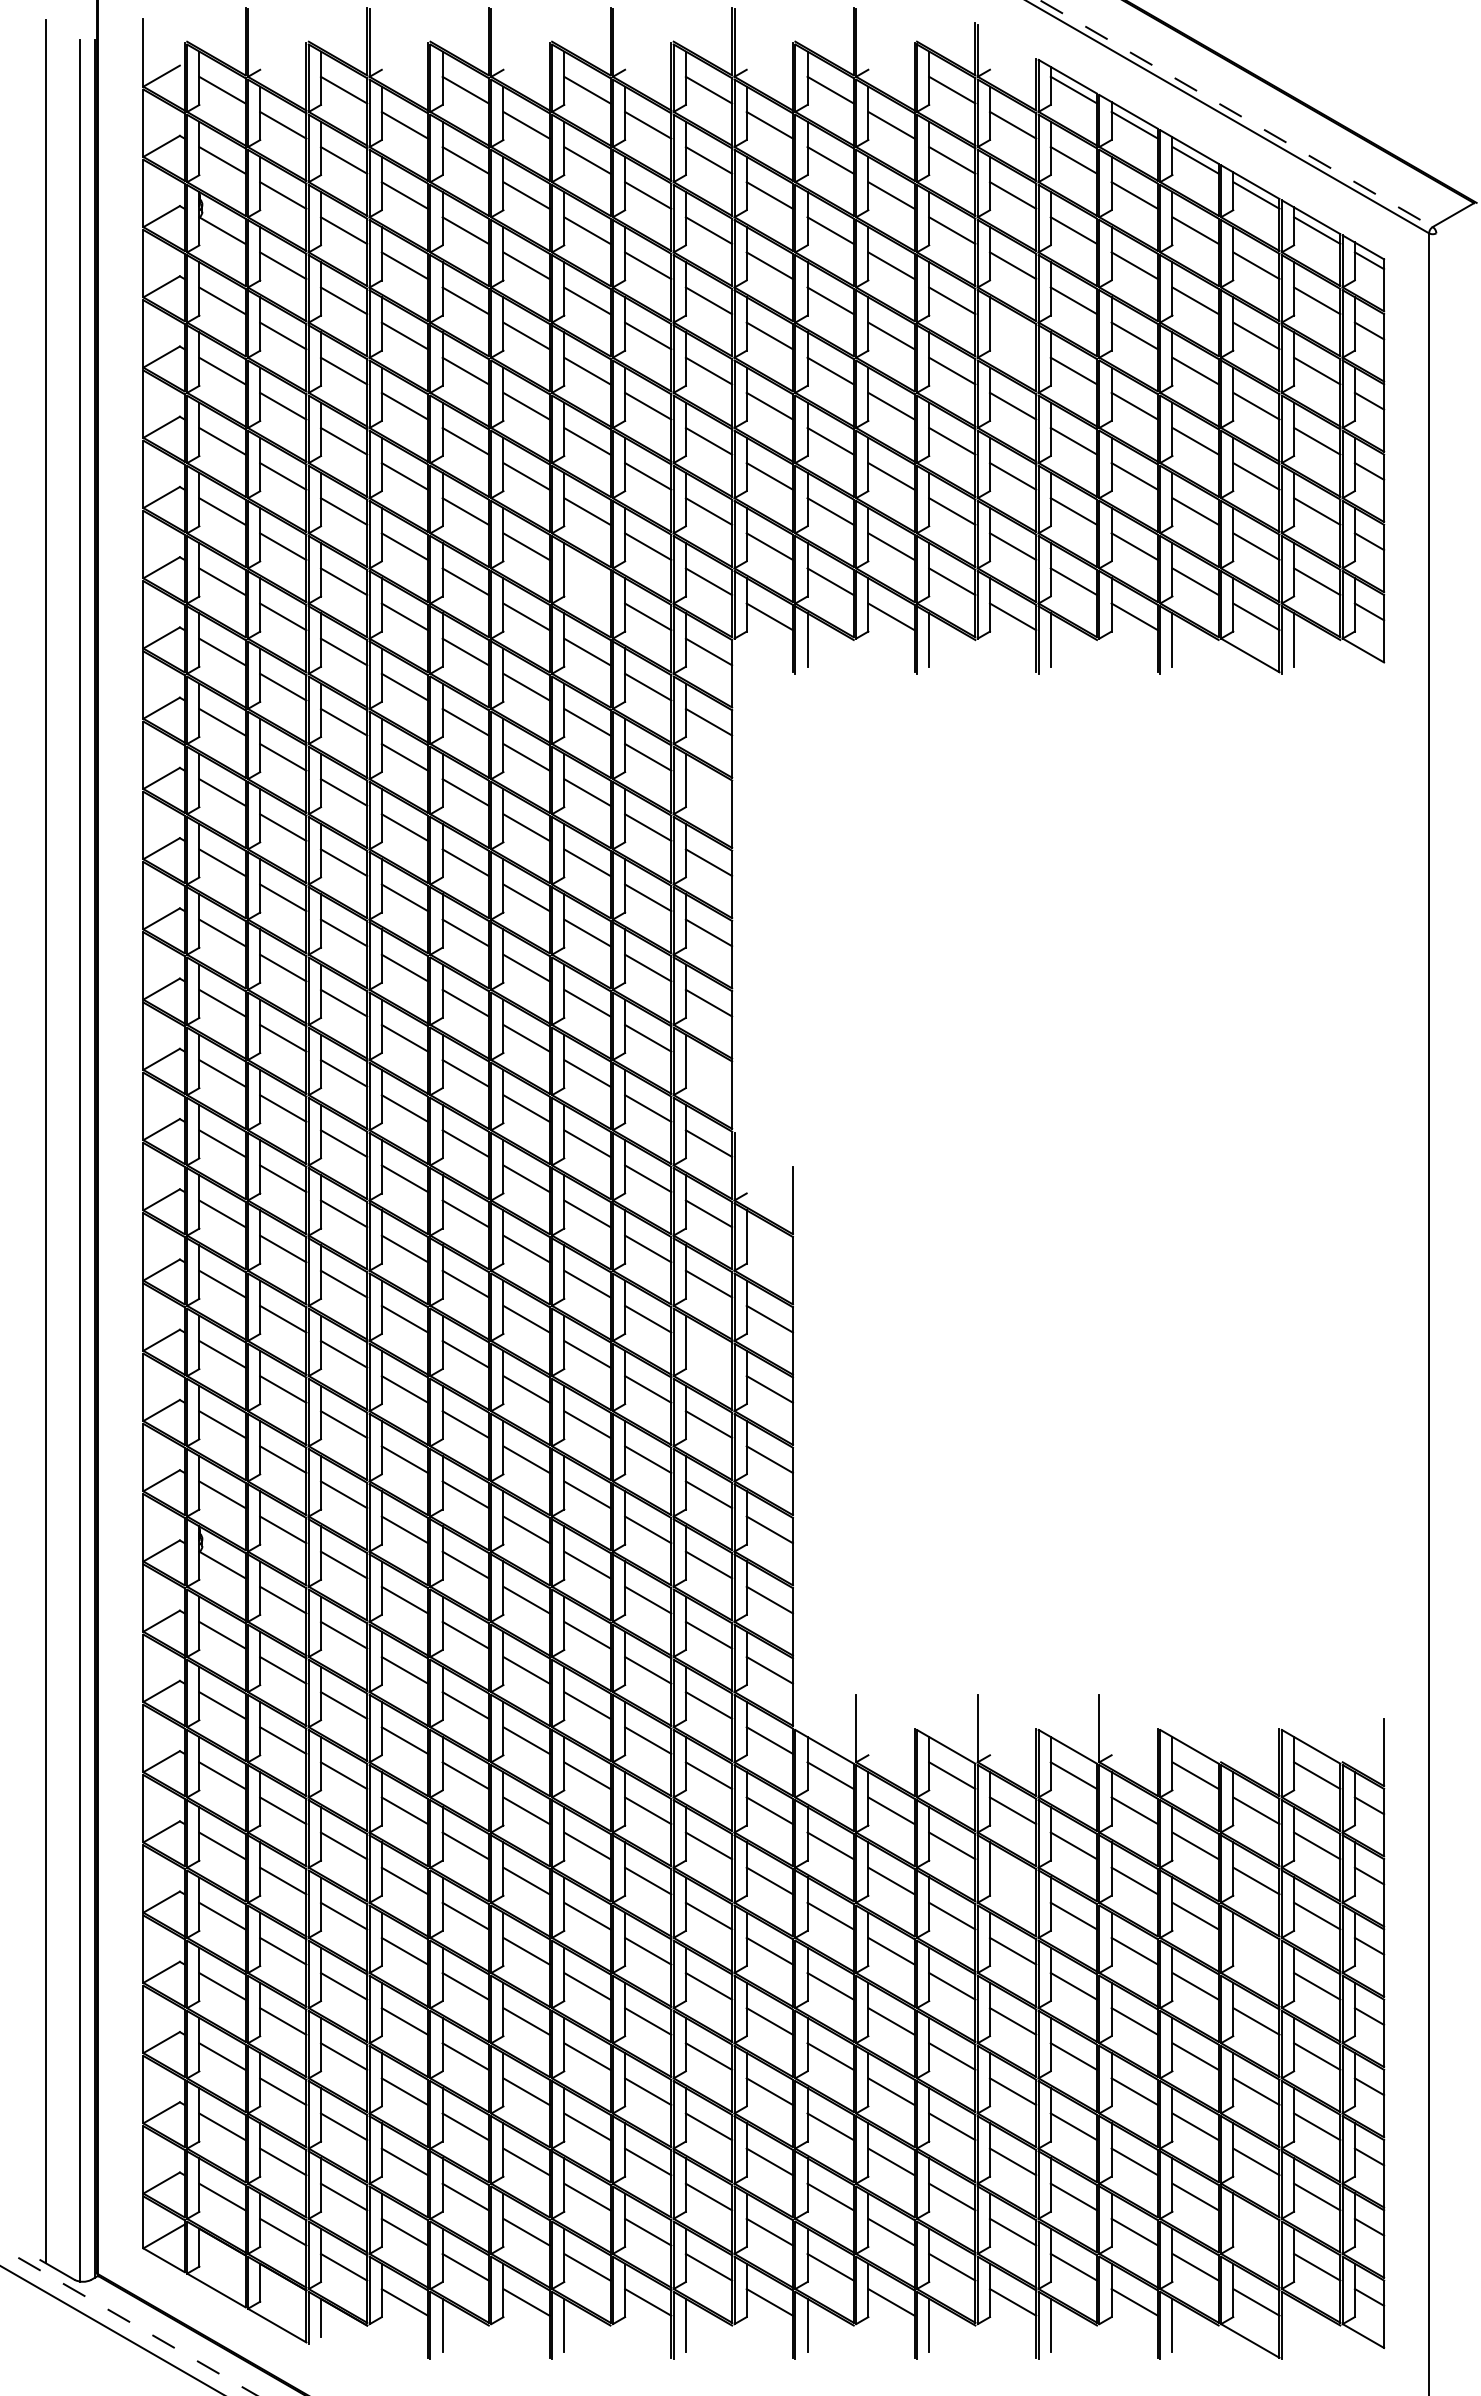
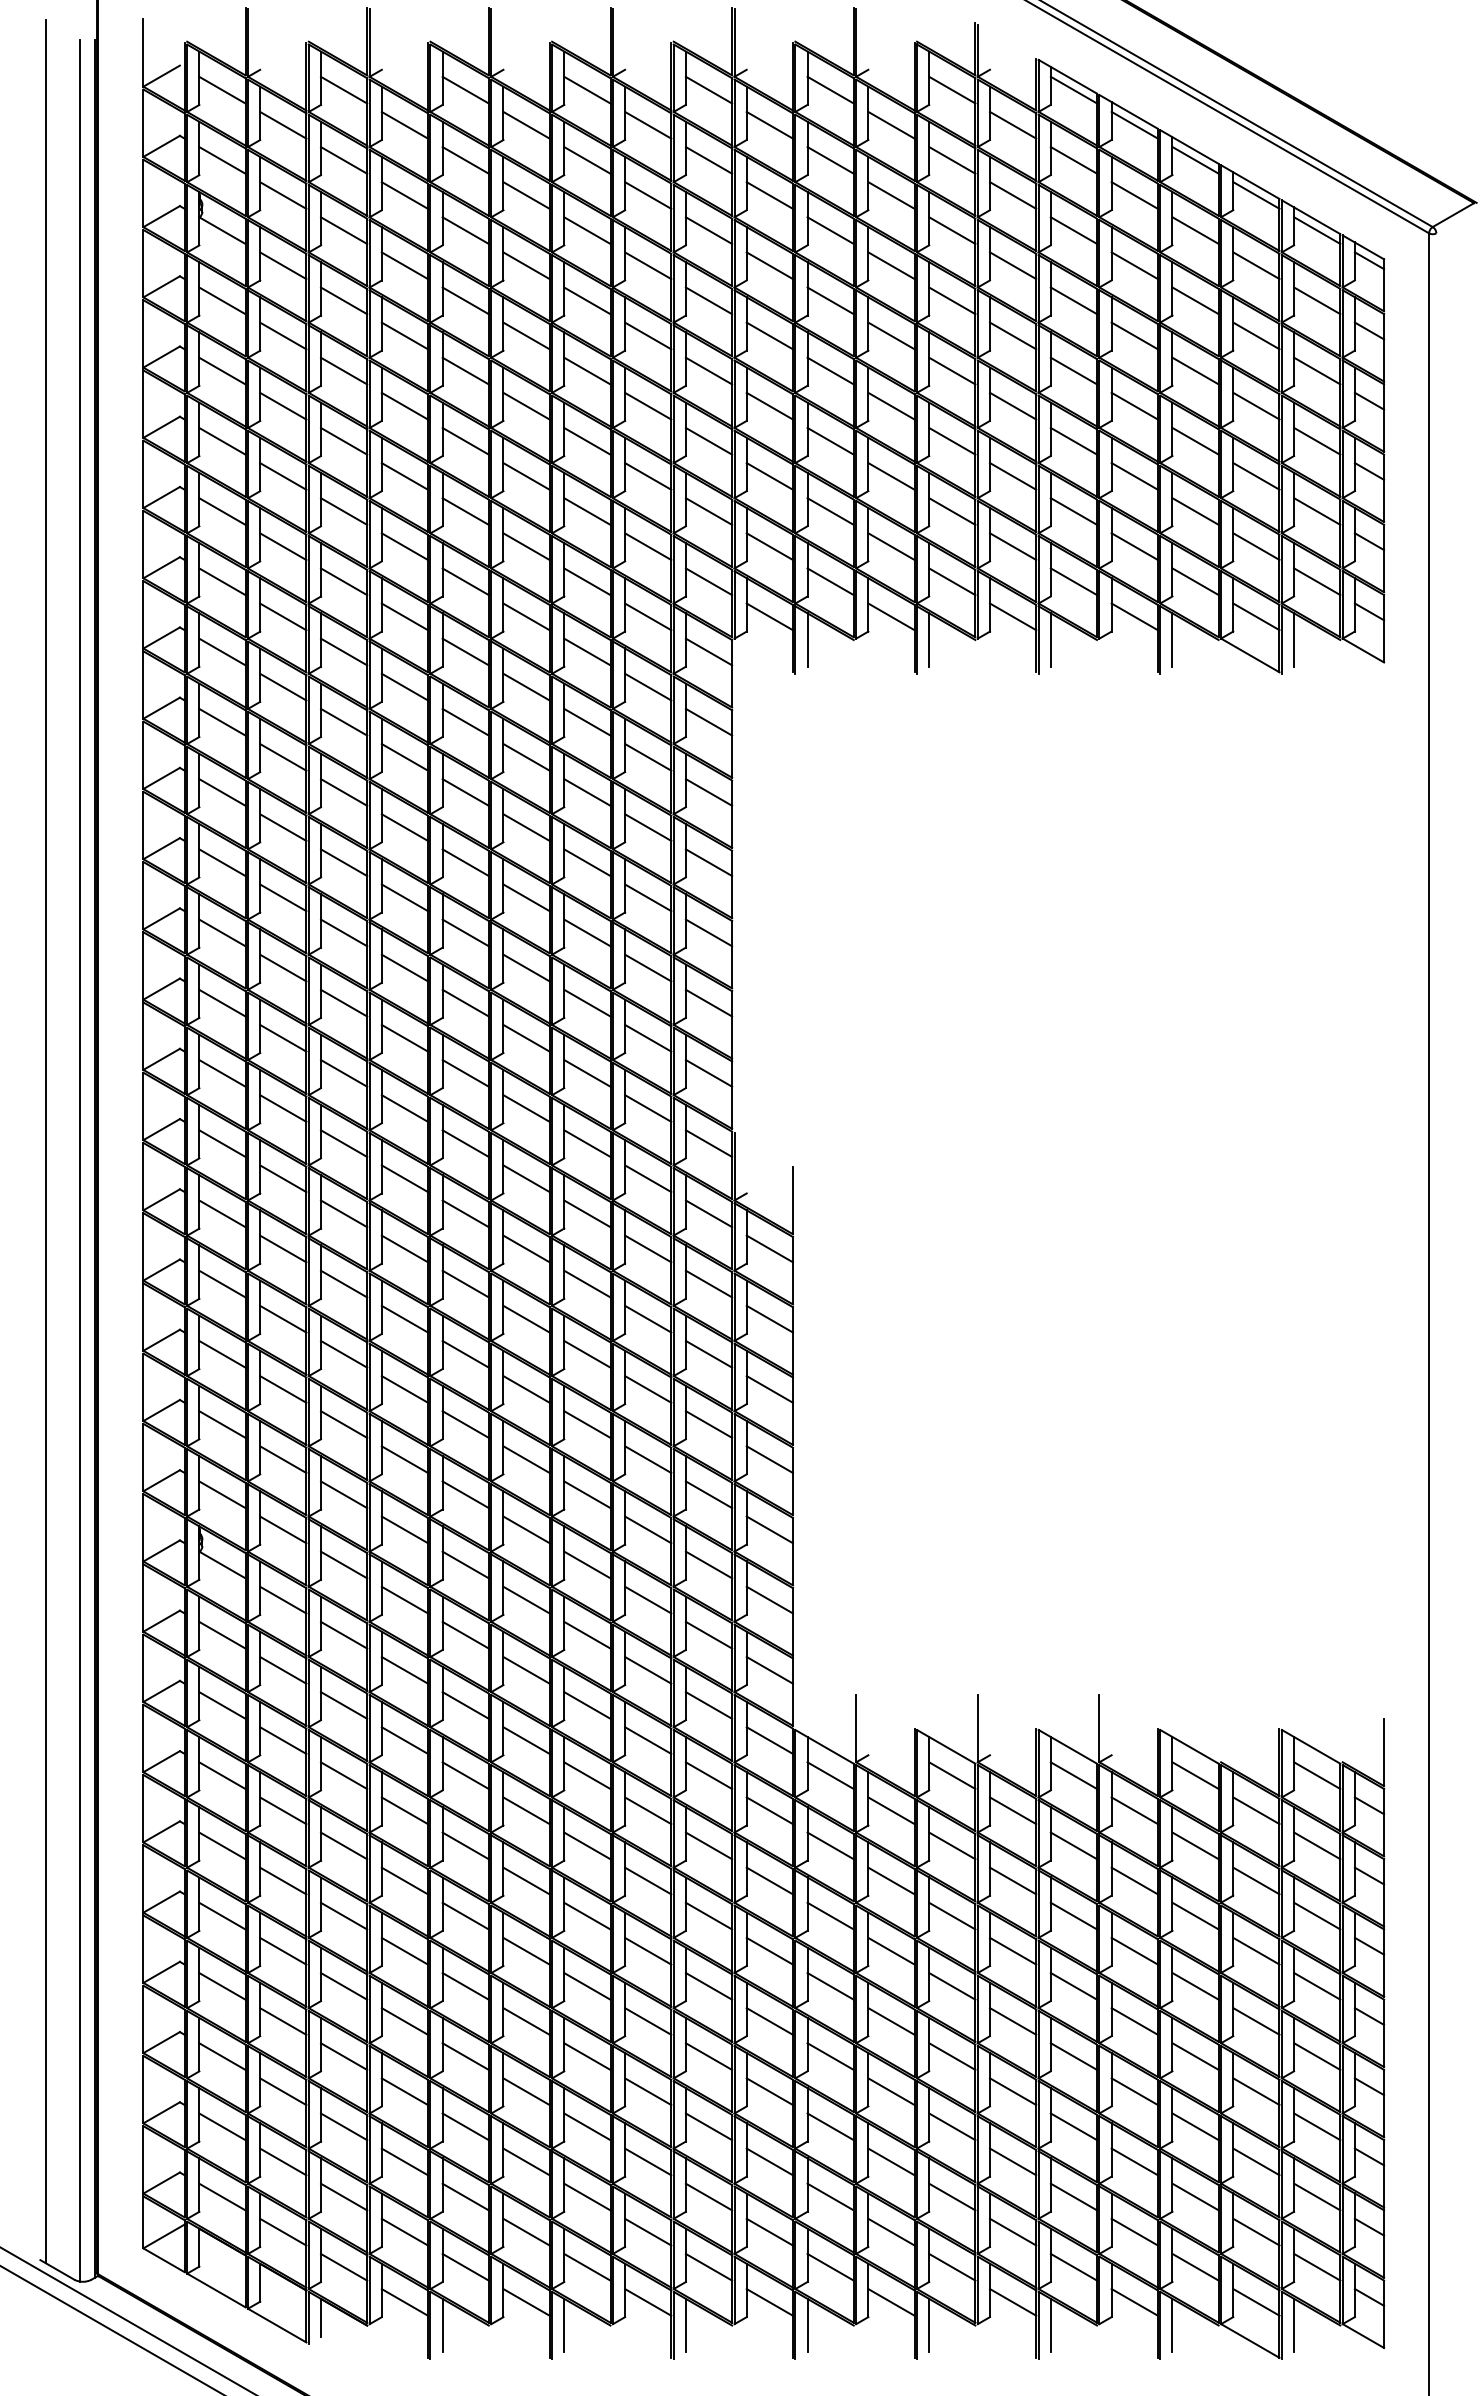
line at (1236, 113): dashed -> solid
line at (1012, 335): none -> present
line at (587, 581): none -> present
line at (708, 792): none -> present
line at (708, 1073): none -> present
line at (769, 1248): none -> present
line at (708, 1353): none -> present
line at (1012, 1880): none -> present
line at (1256, 1950): none -> present
line at (1256, 2231): none -> present
line at (128, 2321): dashed -> solid
line at (1294, 2325): none -> present
